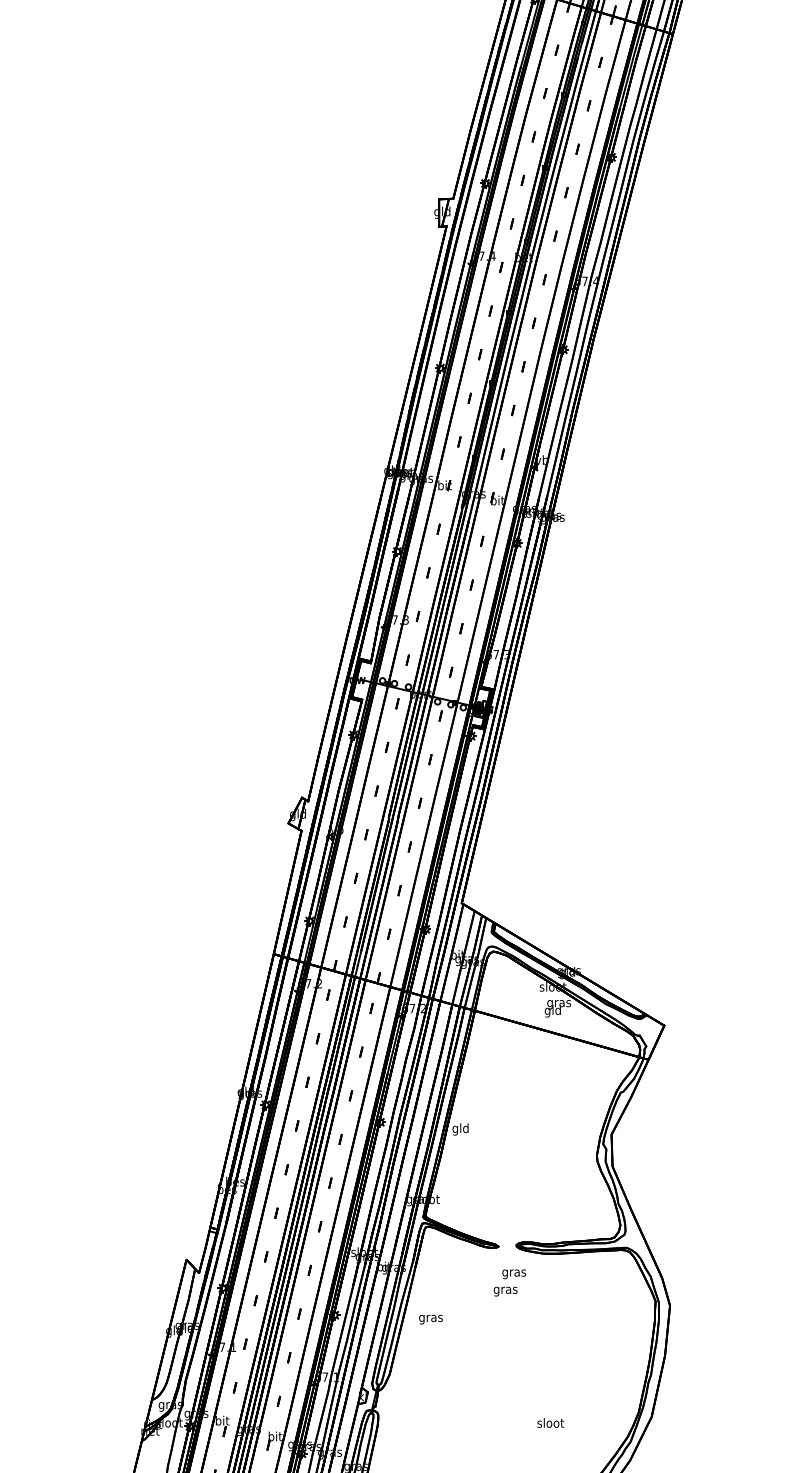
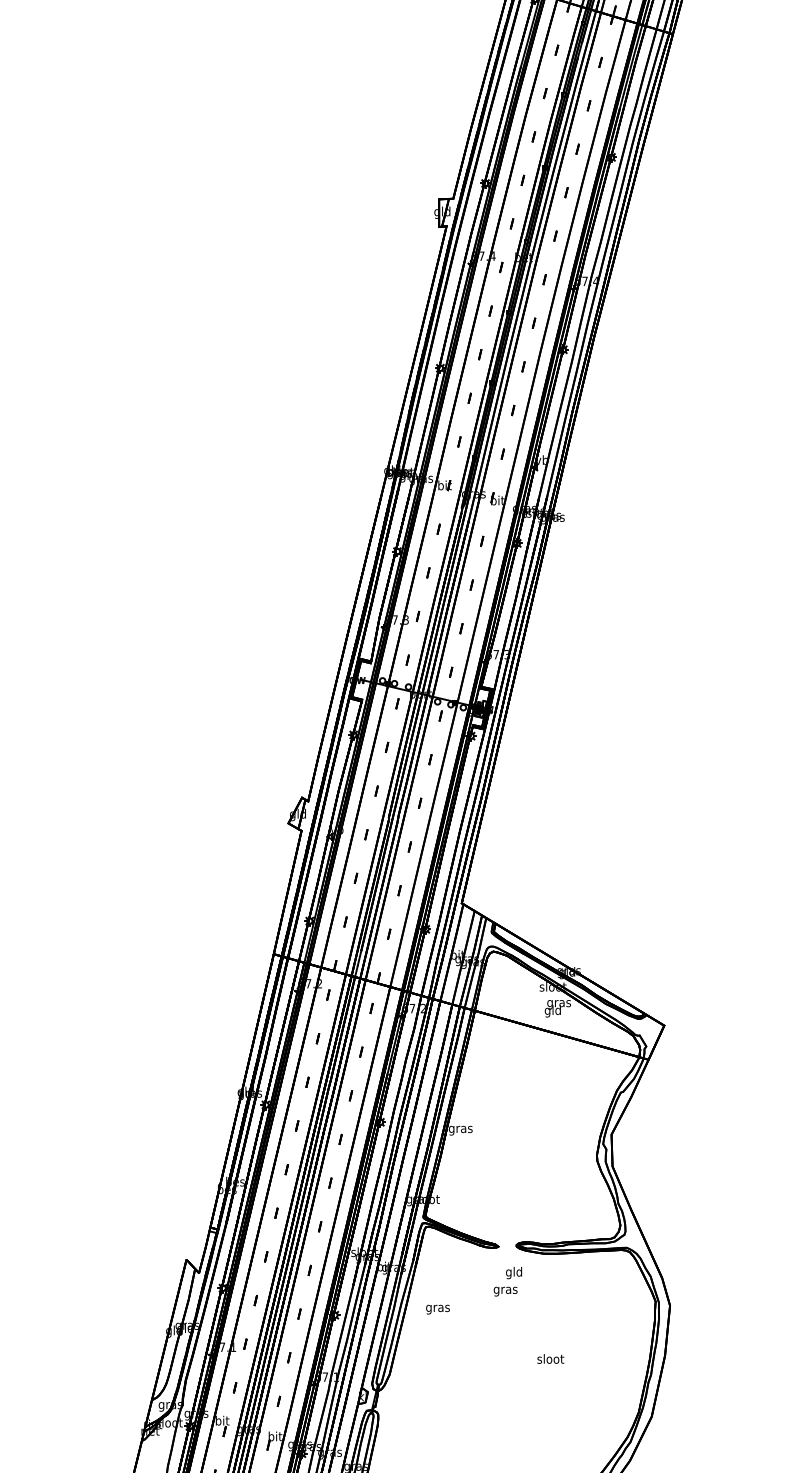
text at (460, 1129): gld -> gras
text at (514, 1272): gras -> gld
text at (430, 1319) position: (430, 1319) -> (437, 1309)
text at (550, 1422) position: (550, 1422) -> (550, 1358)
